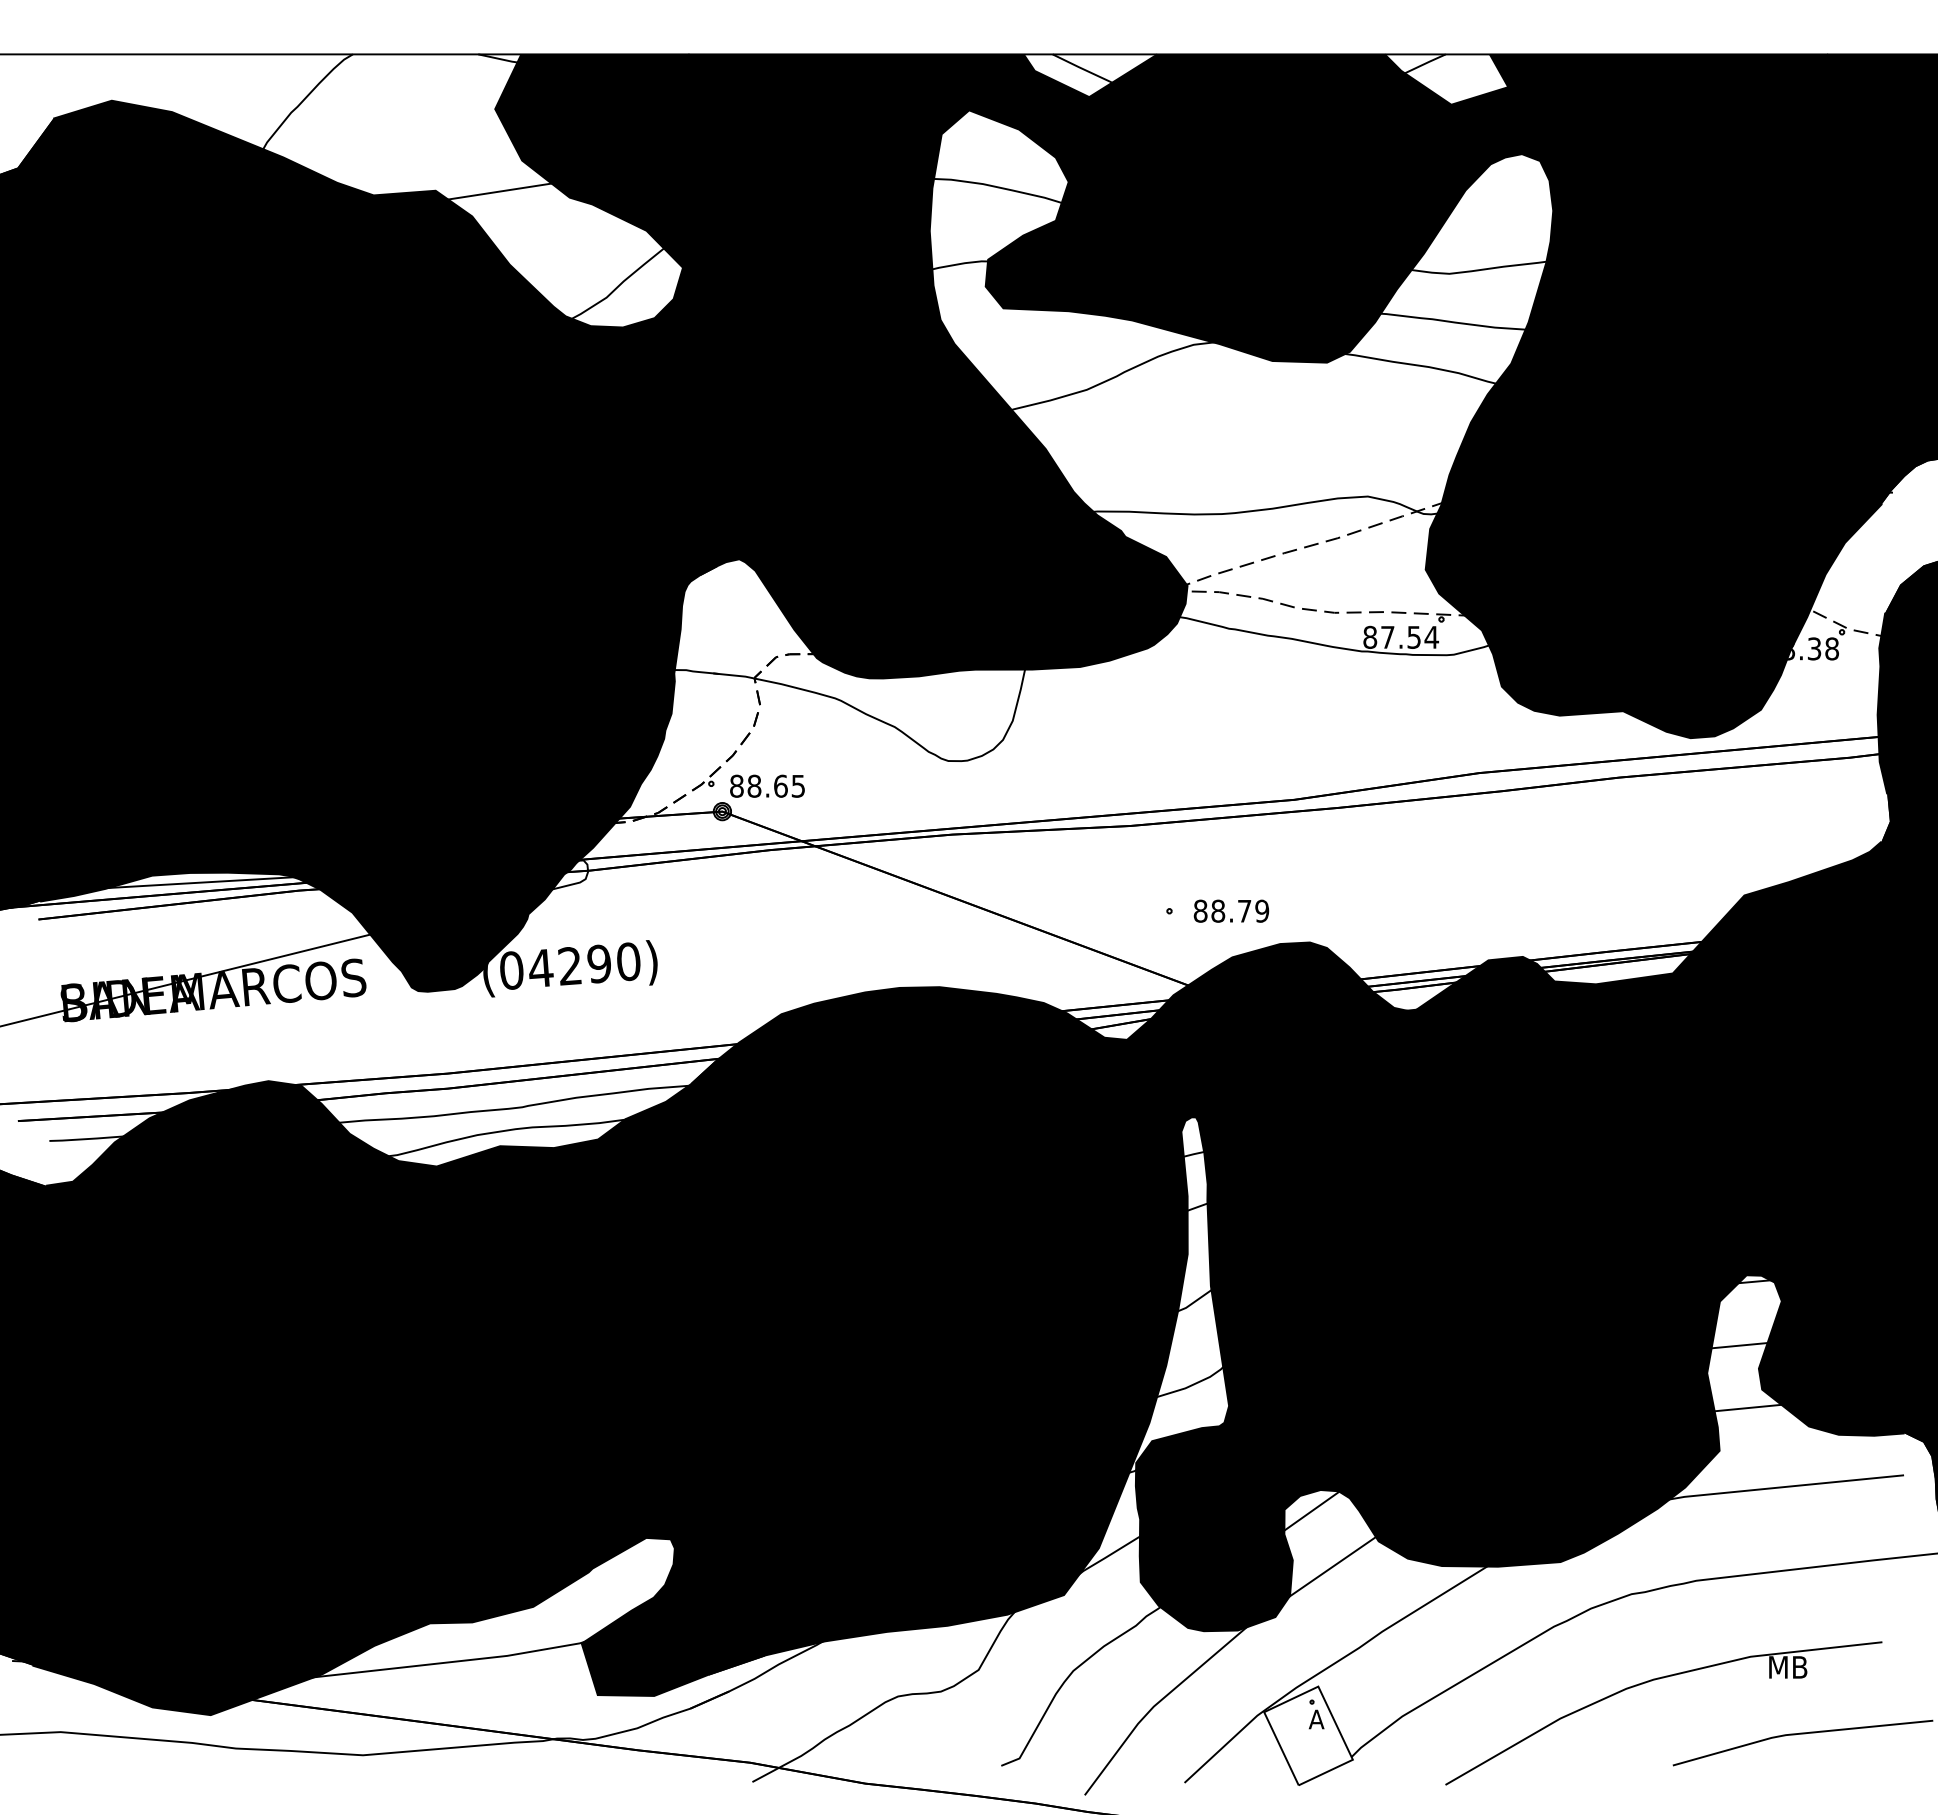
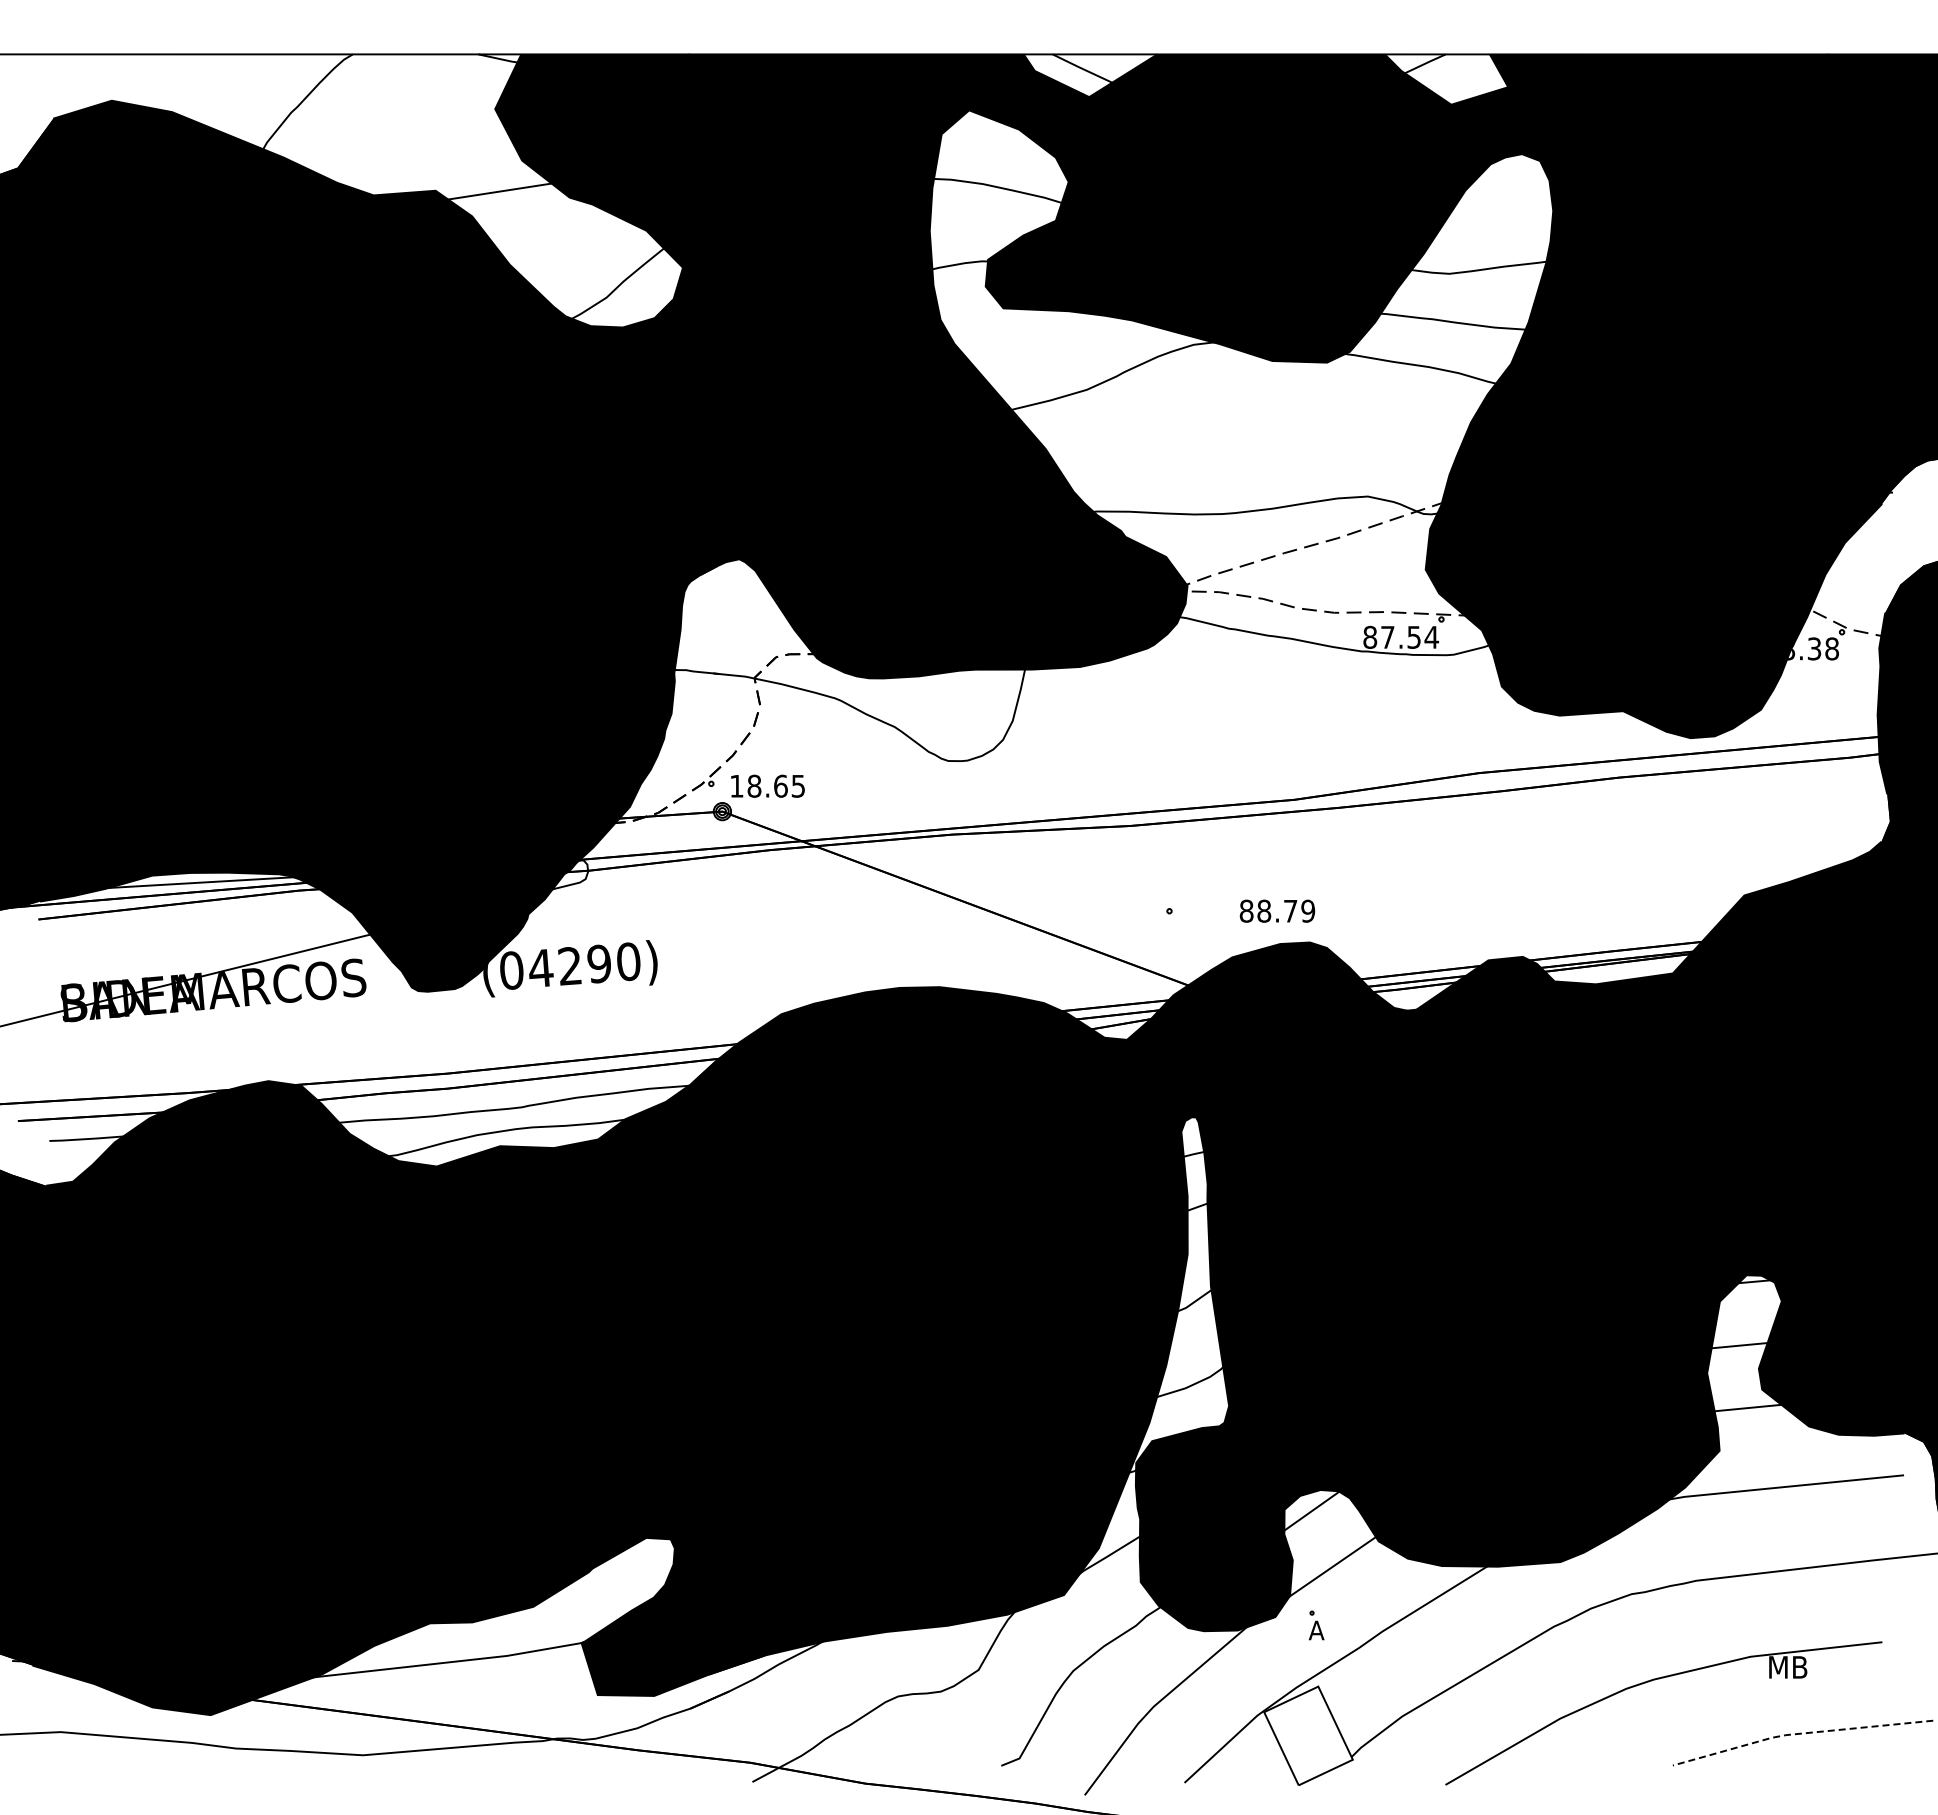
text at (736, 785): 88.65 -> 18.65
text at (1231, 910) position: (1231, 910) -> (1277, 910)
part at (1316, 1714) position: (1316, 1714) -> (1316, 1625)
line at (1799, 1733): solid -> dashed
